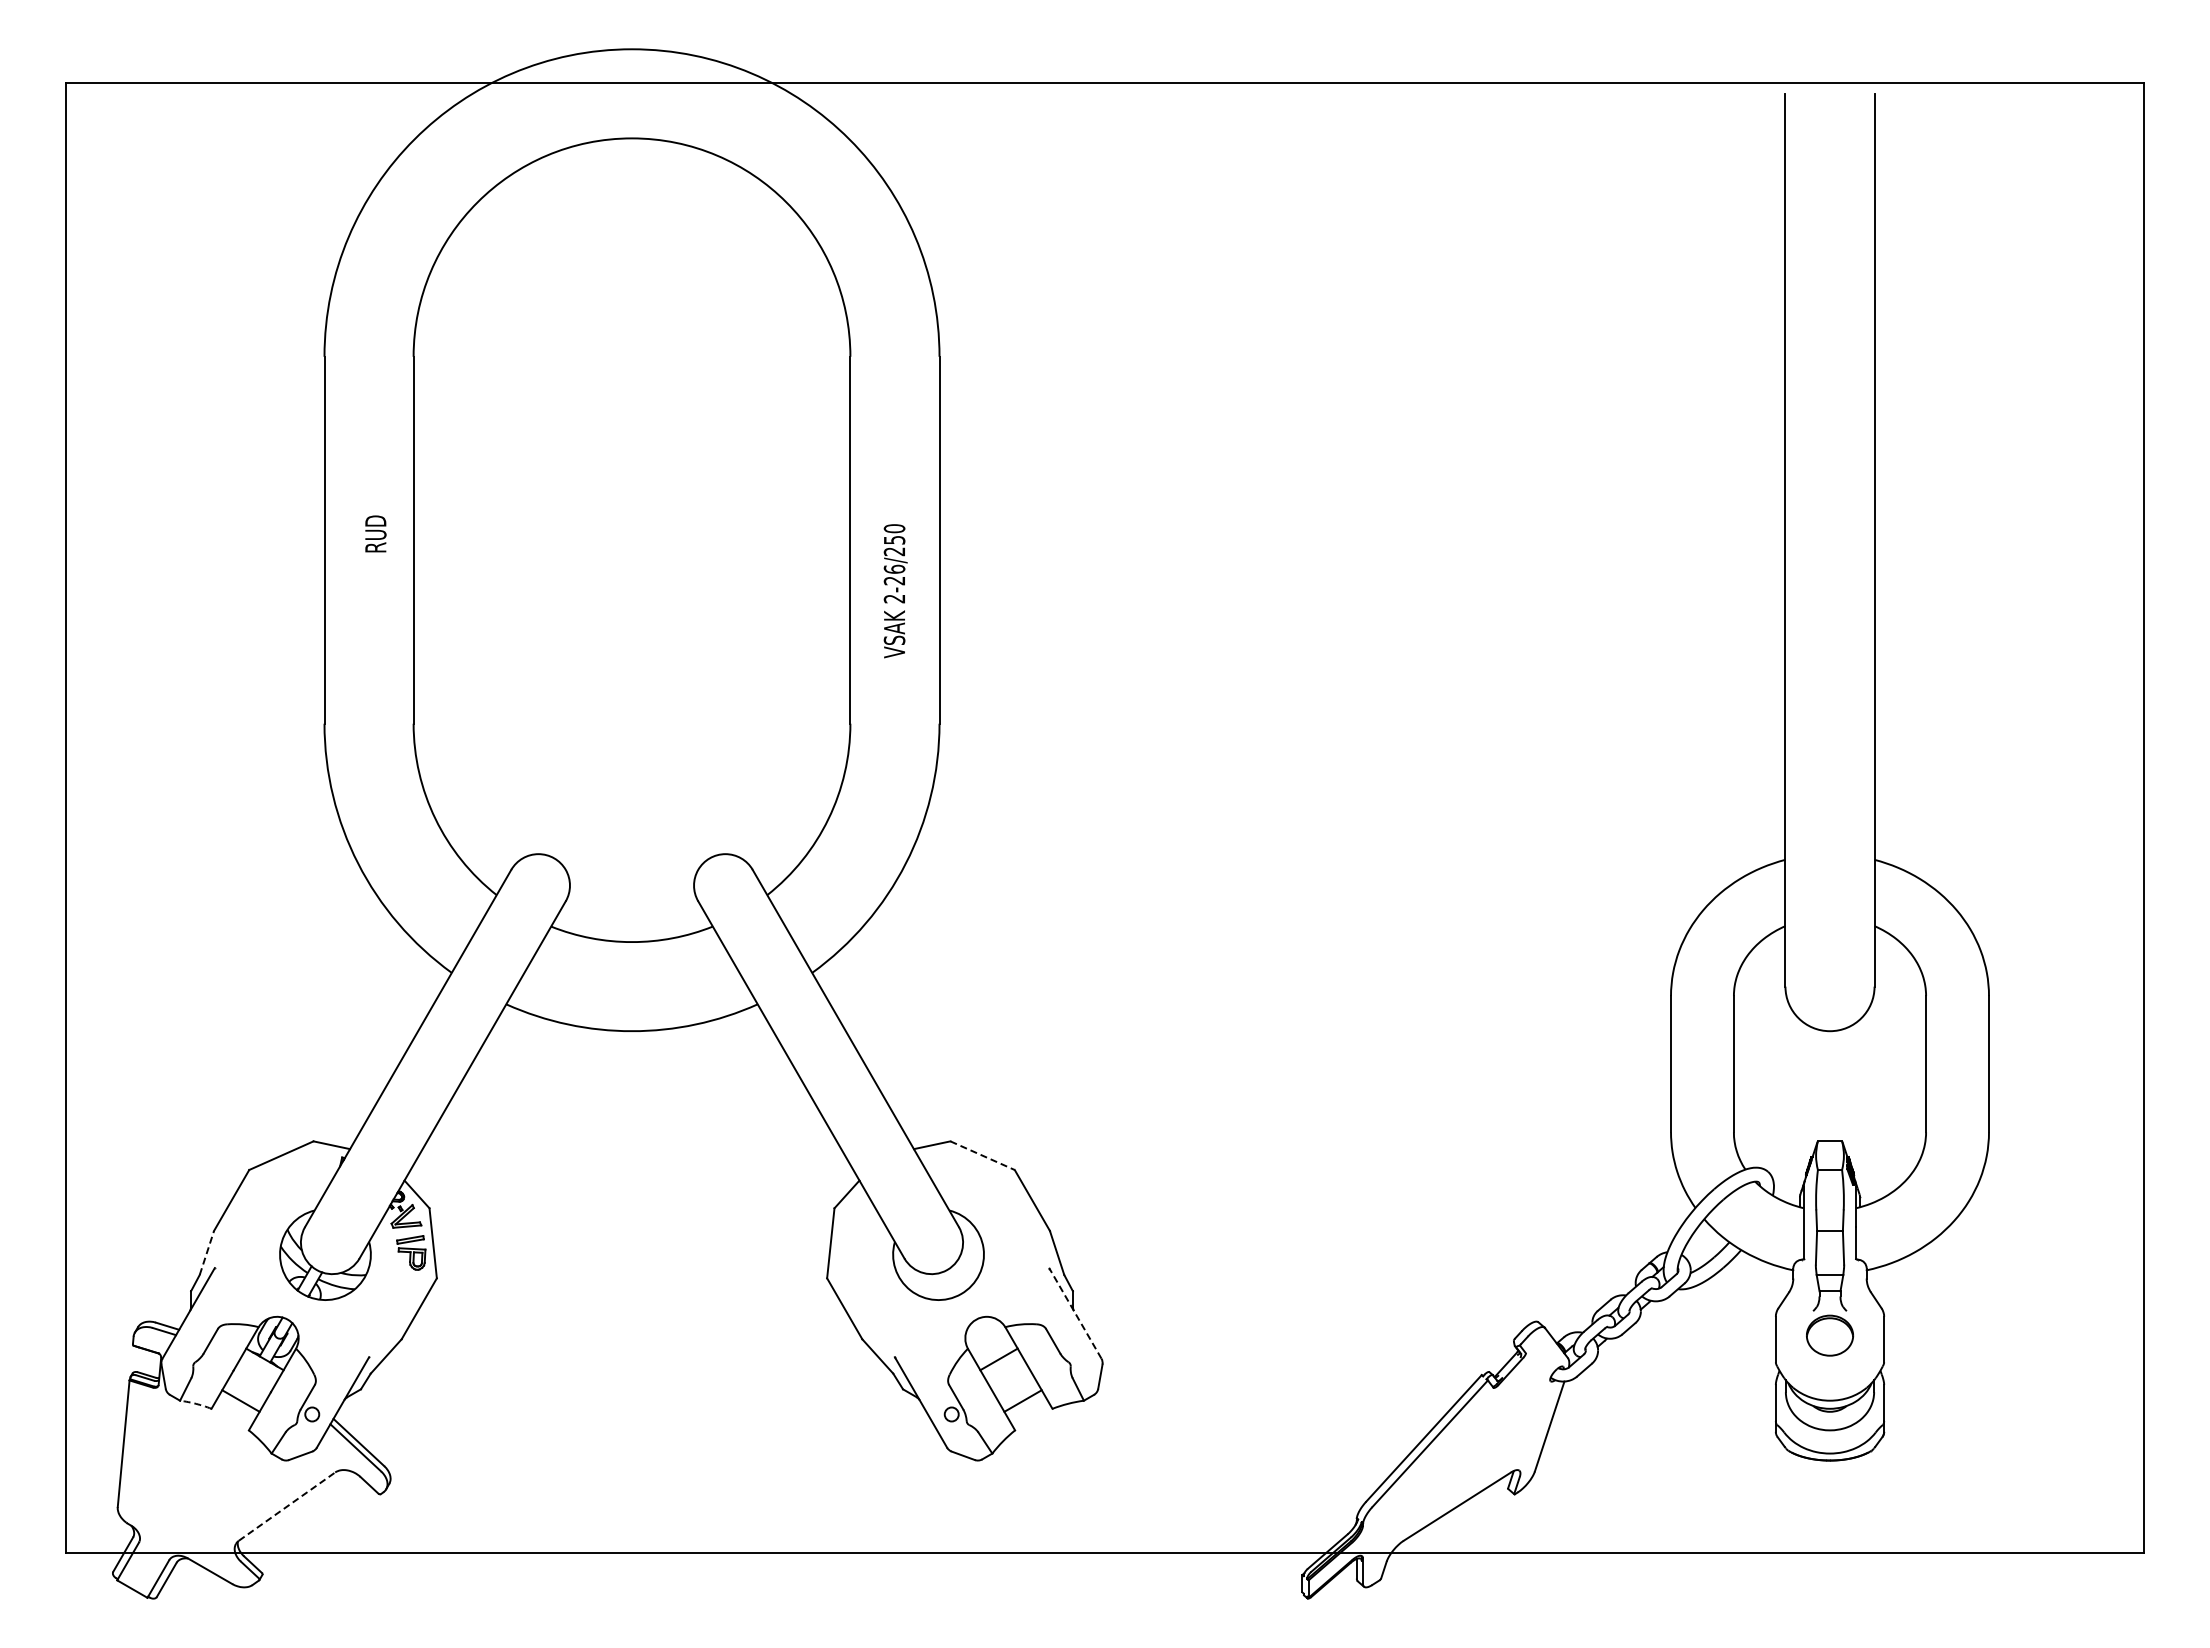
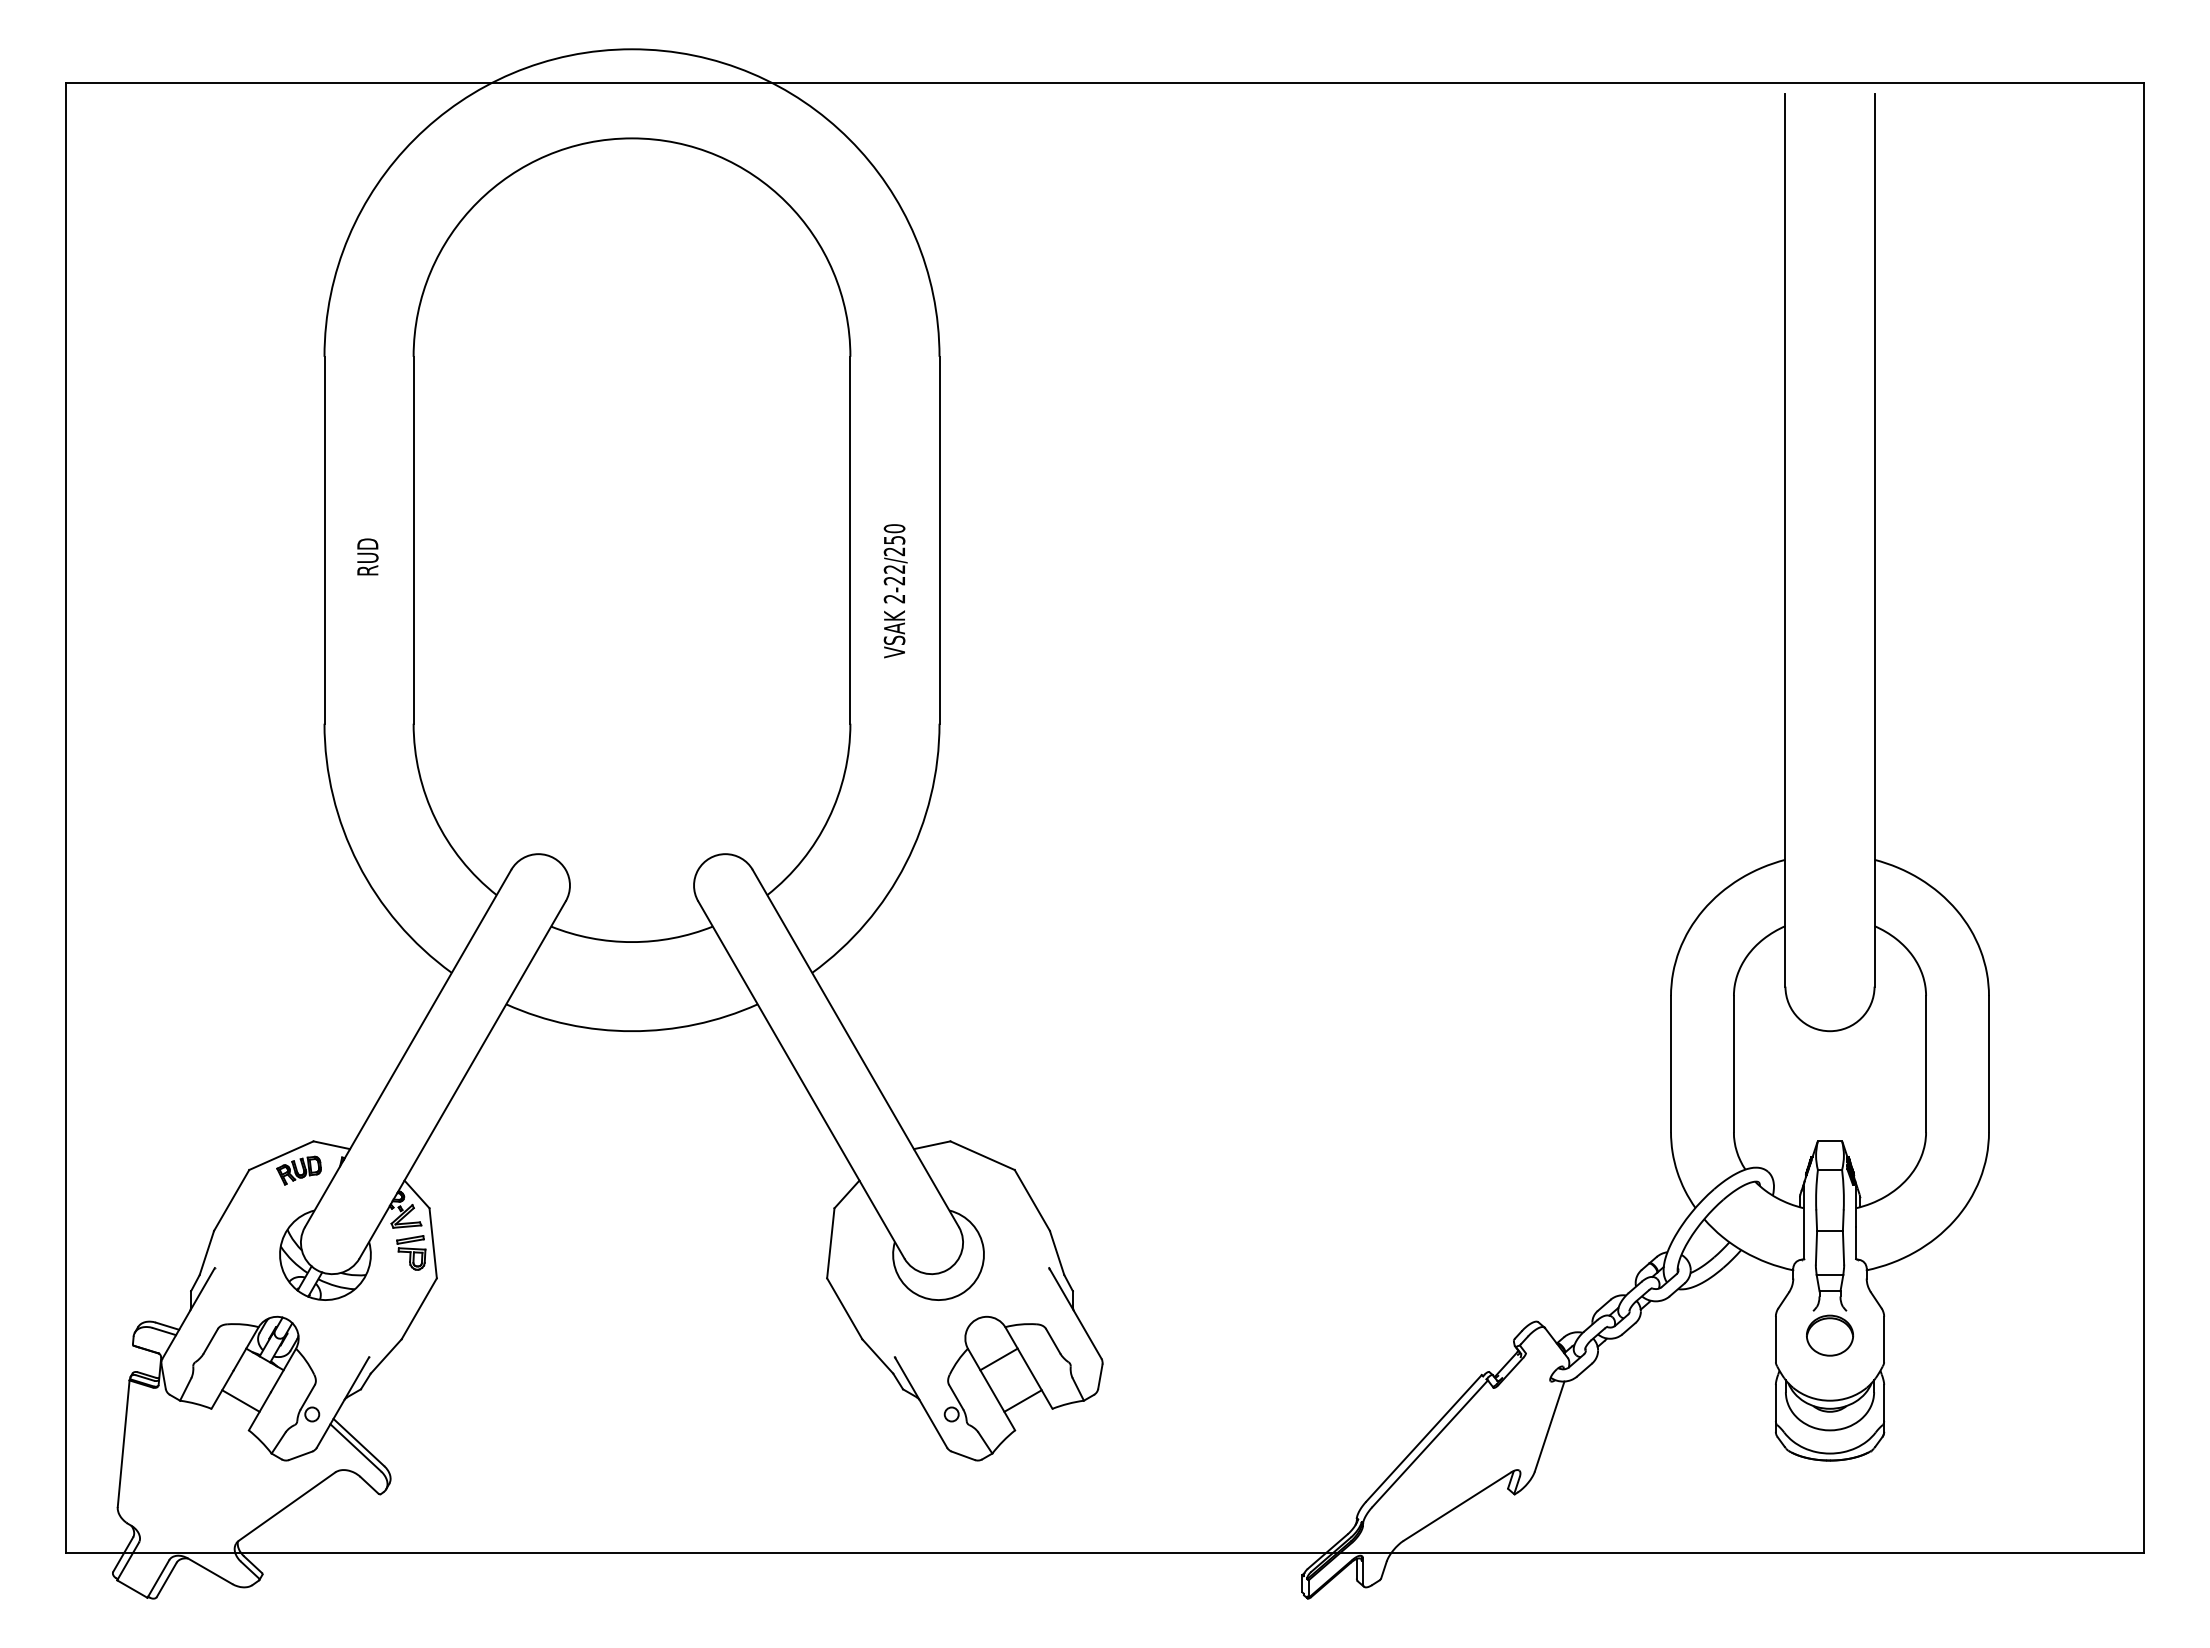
text at (375, 533) position: (375, 533) -> (367, 556)
text at (894, 568): 2-26/250 -> 2-22/250
line at (983, 1155): dashed -> solid
part at (298, 1170): none -> present
line at (207, 1252): dashed -> solid
line at (1075, 1312): dashed -> solid
arc at (196, 1403): dashed -> solid
line at (287, 1506): dashed -> solid
